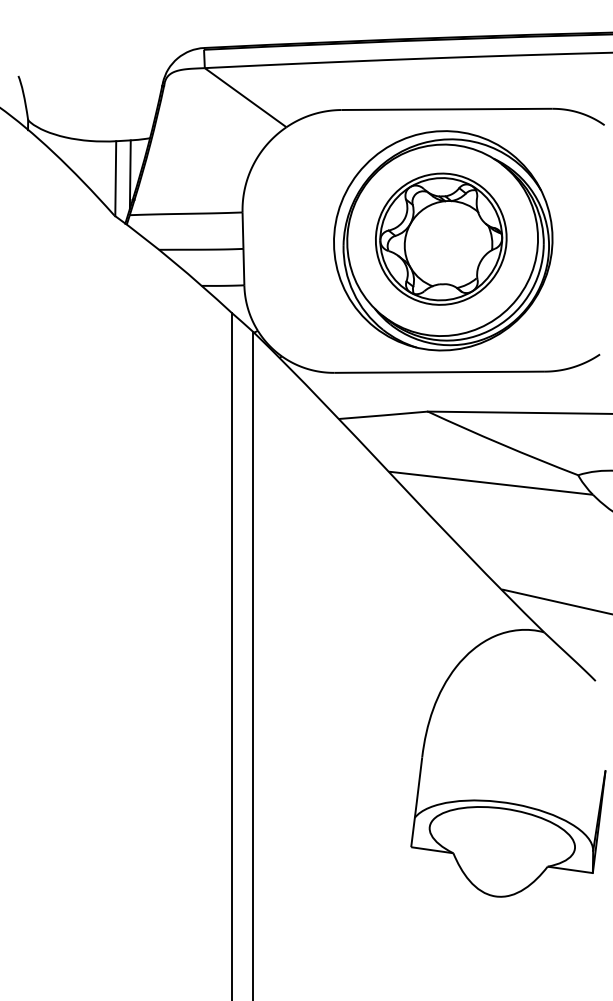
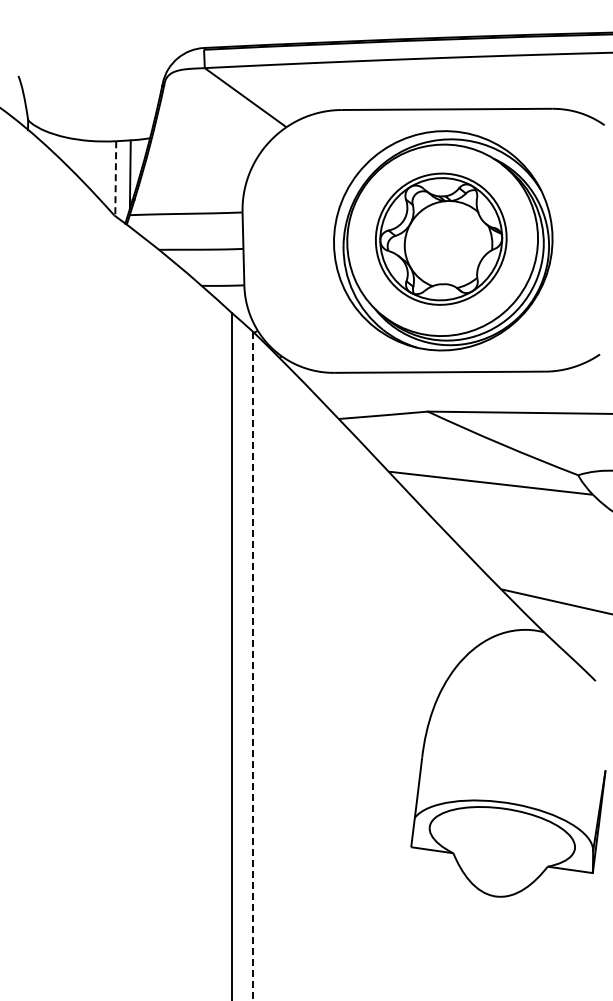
line at (115, 179): solid -> dashed
line at (253, 666): solid -> dashed
